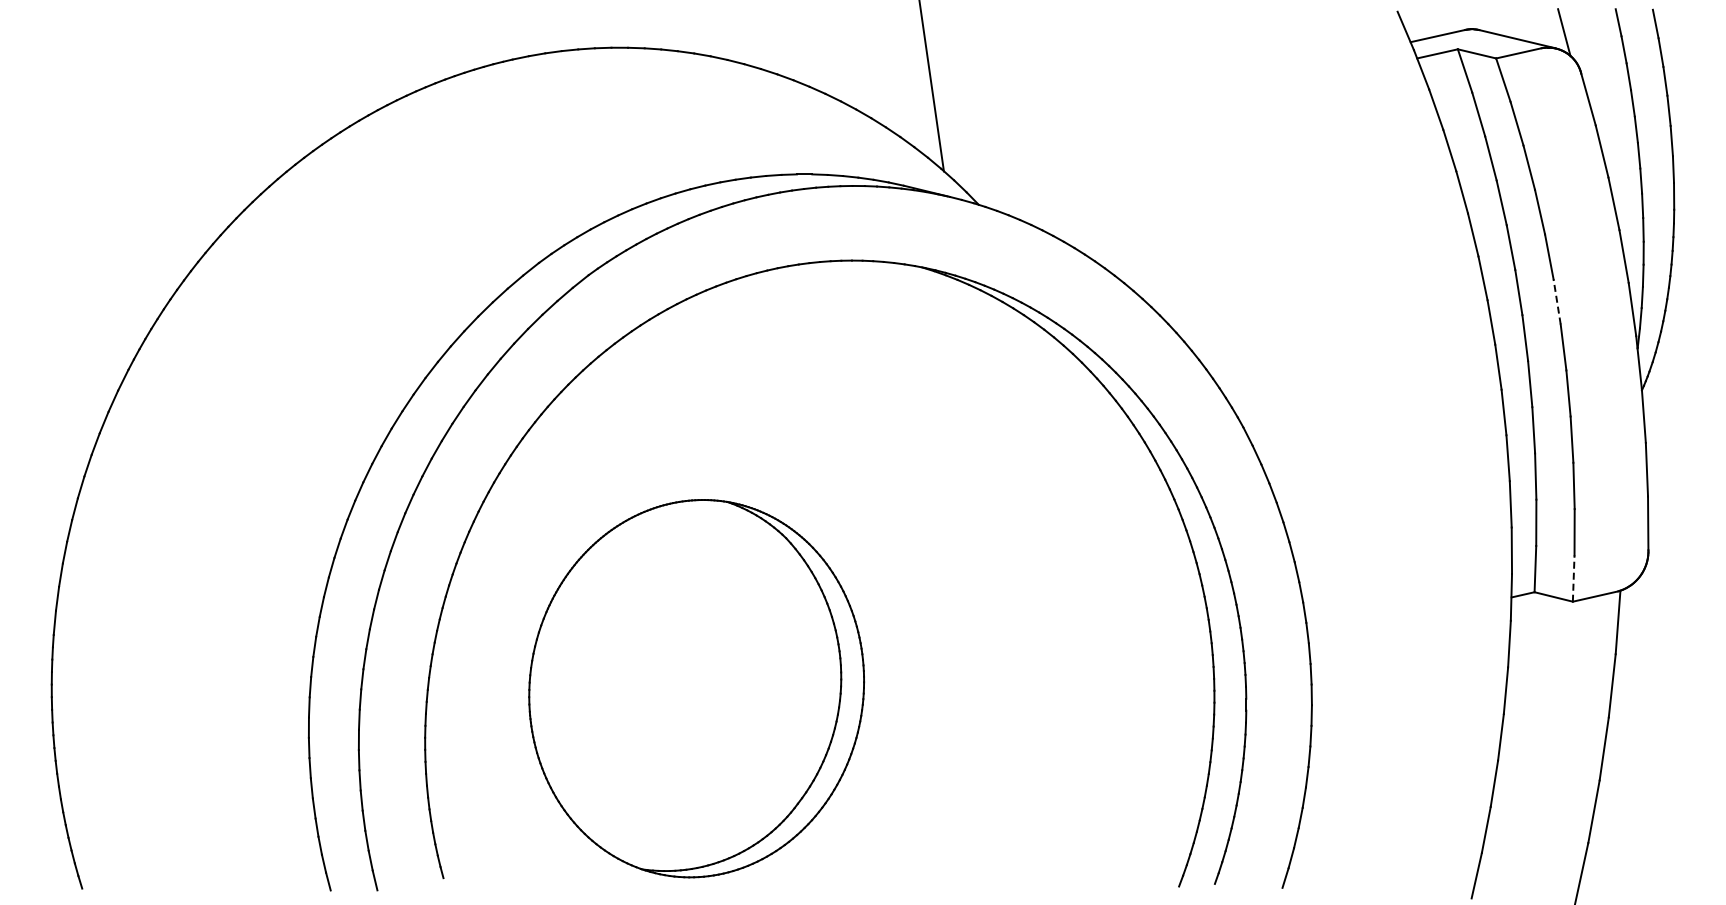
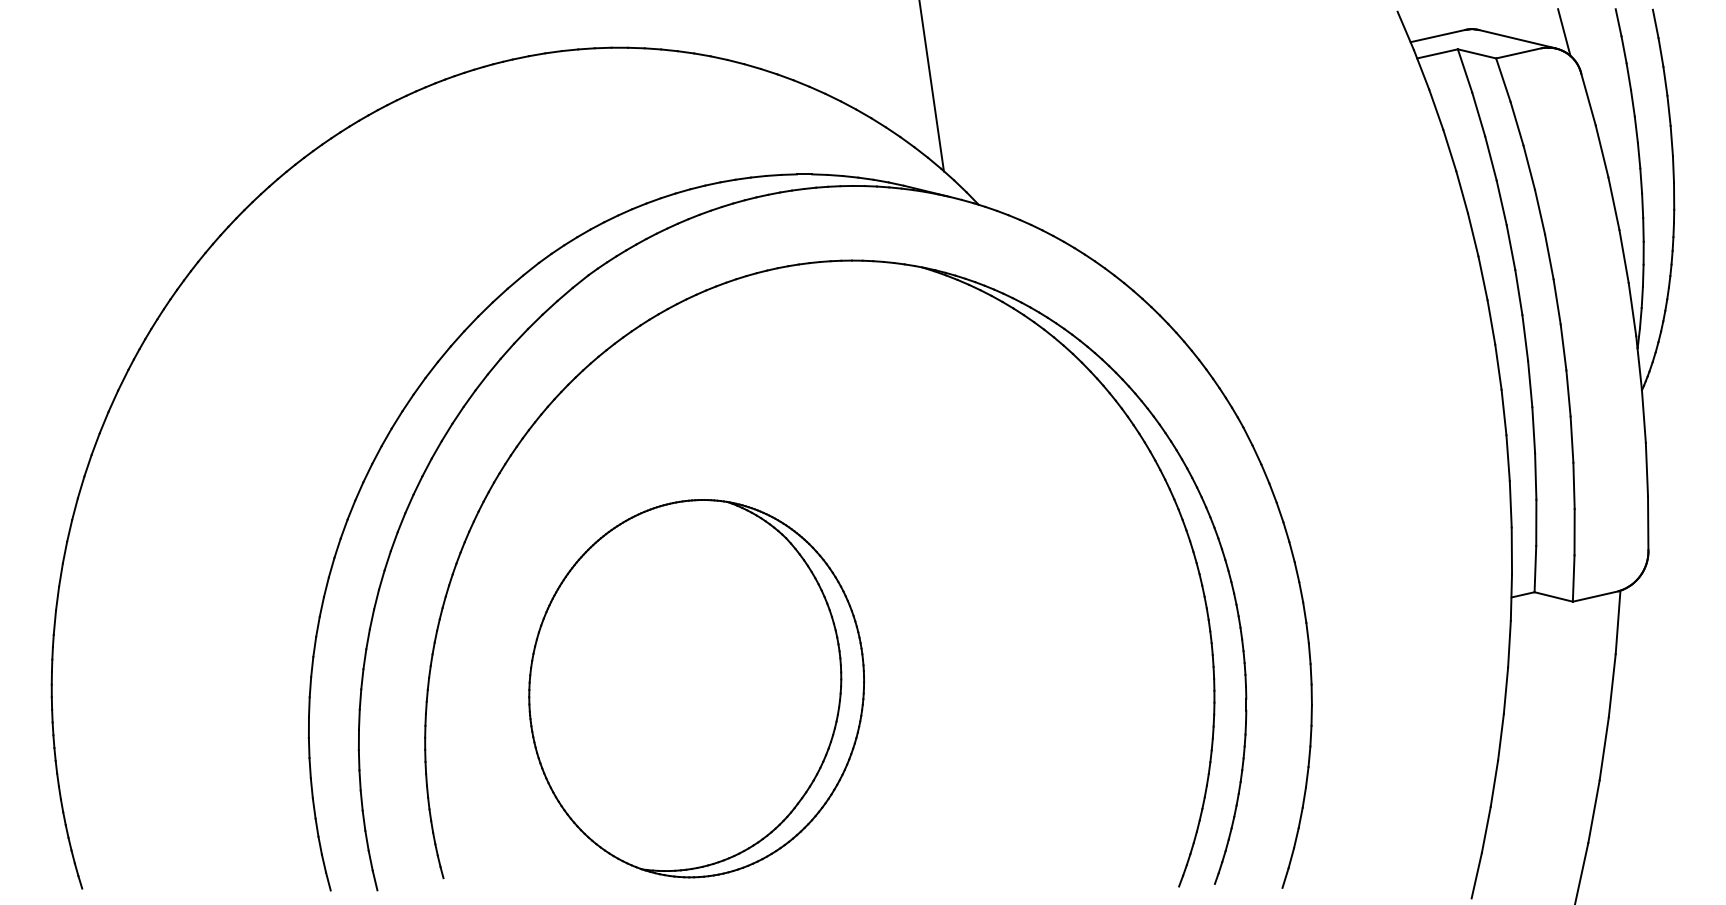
line at (1557, 301): dashed -> solid
line at (1573, 578): dashed -> solid
